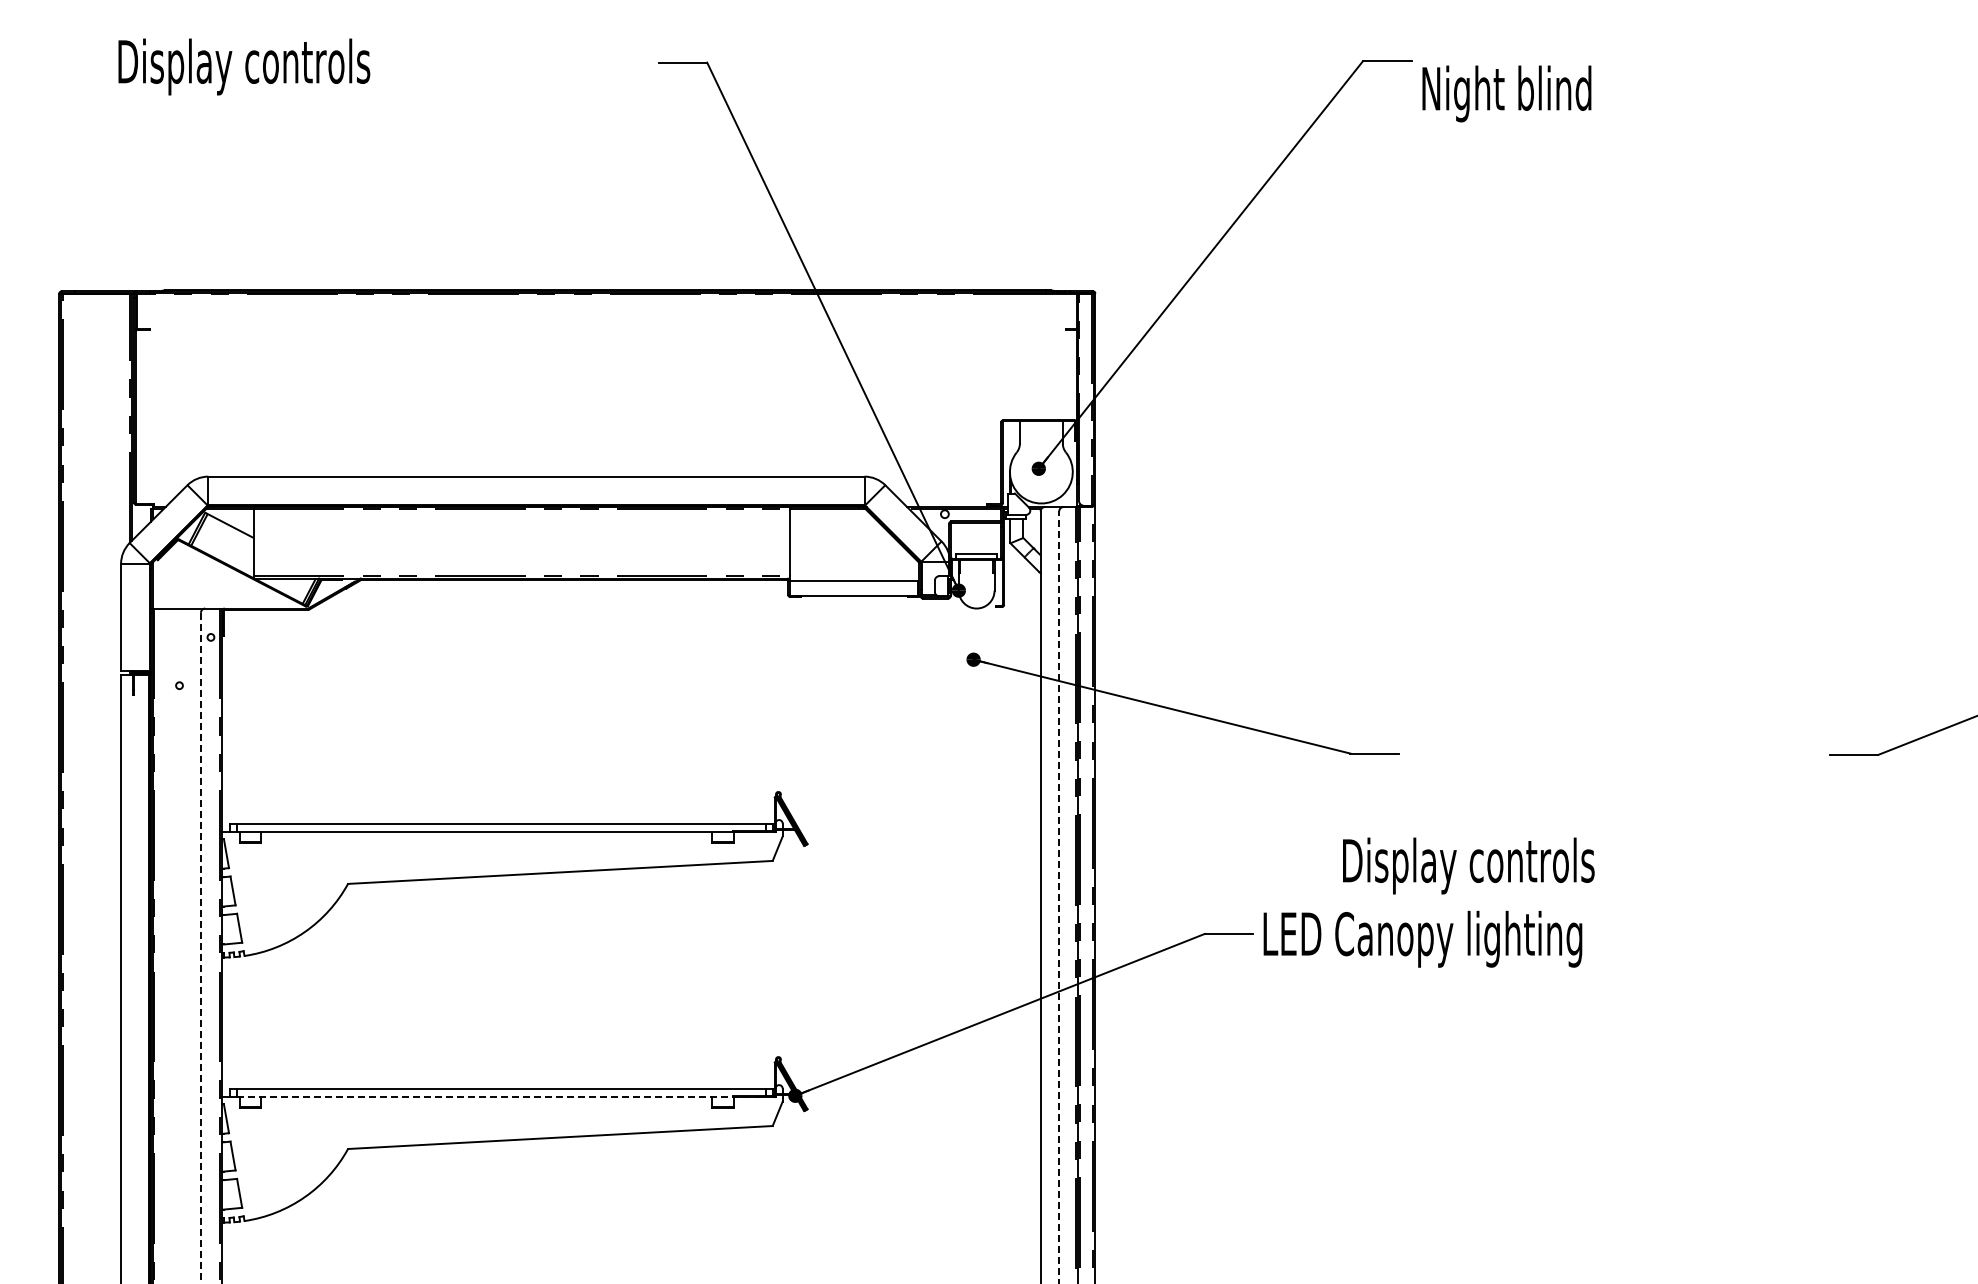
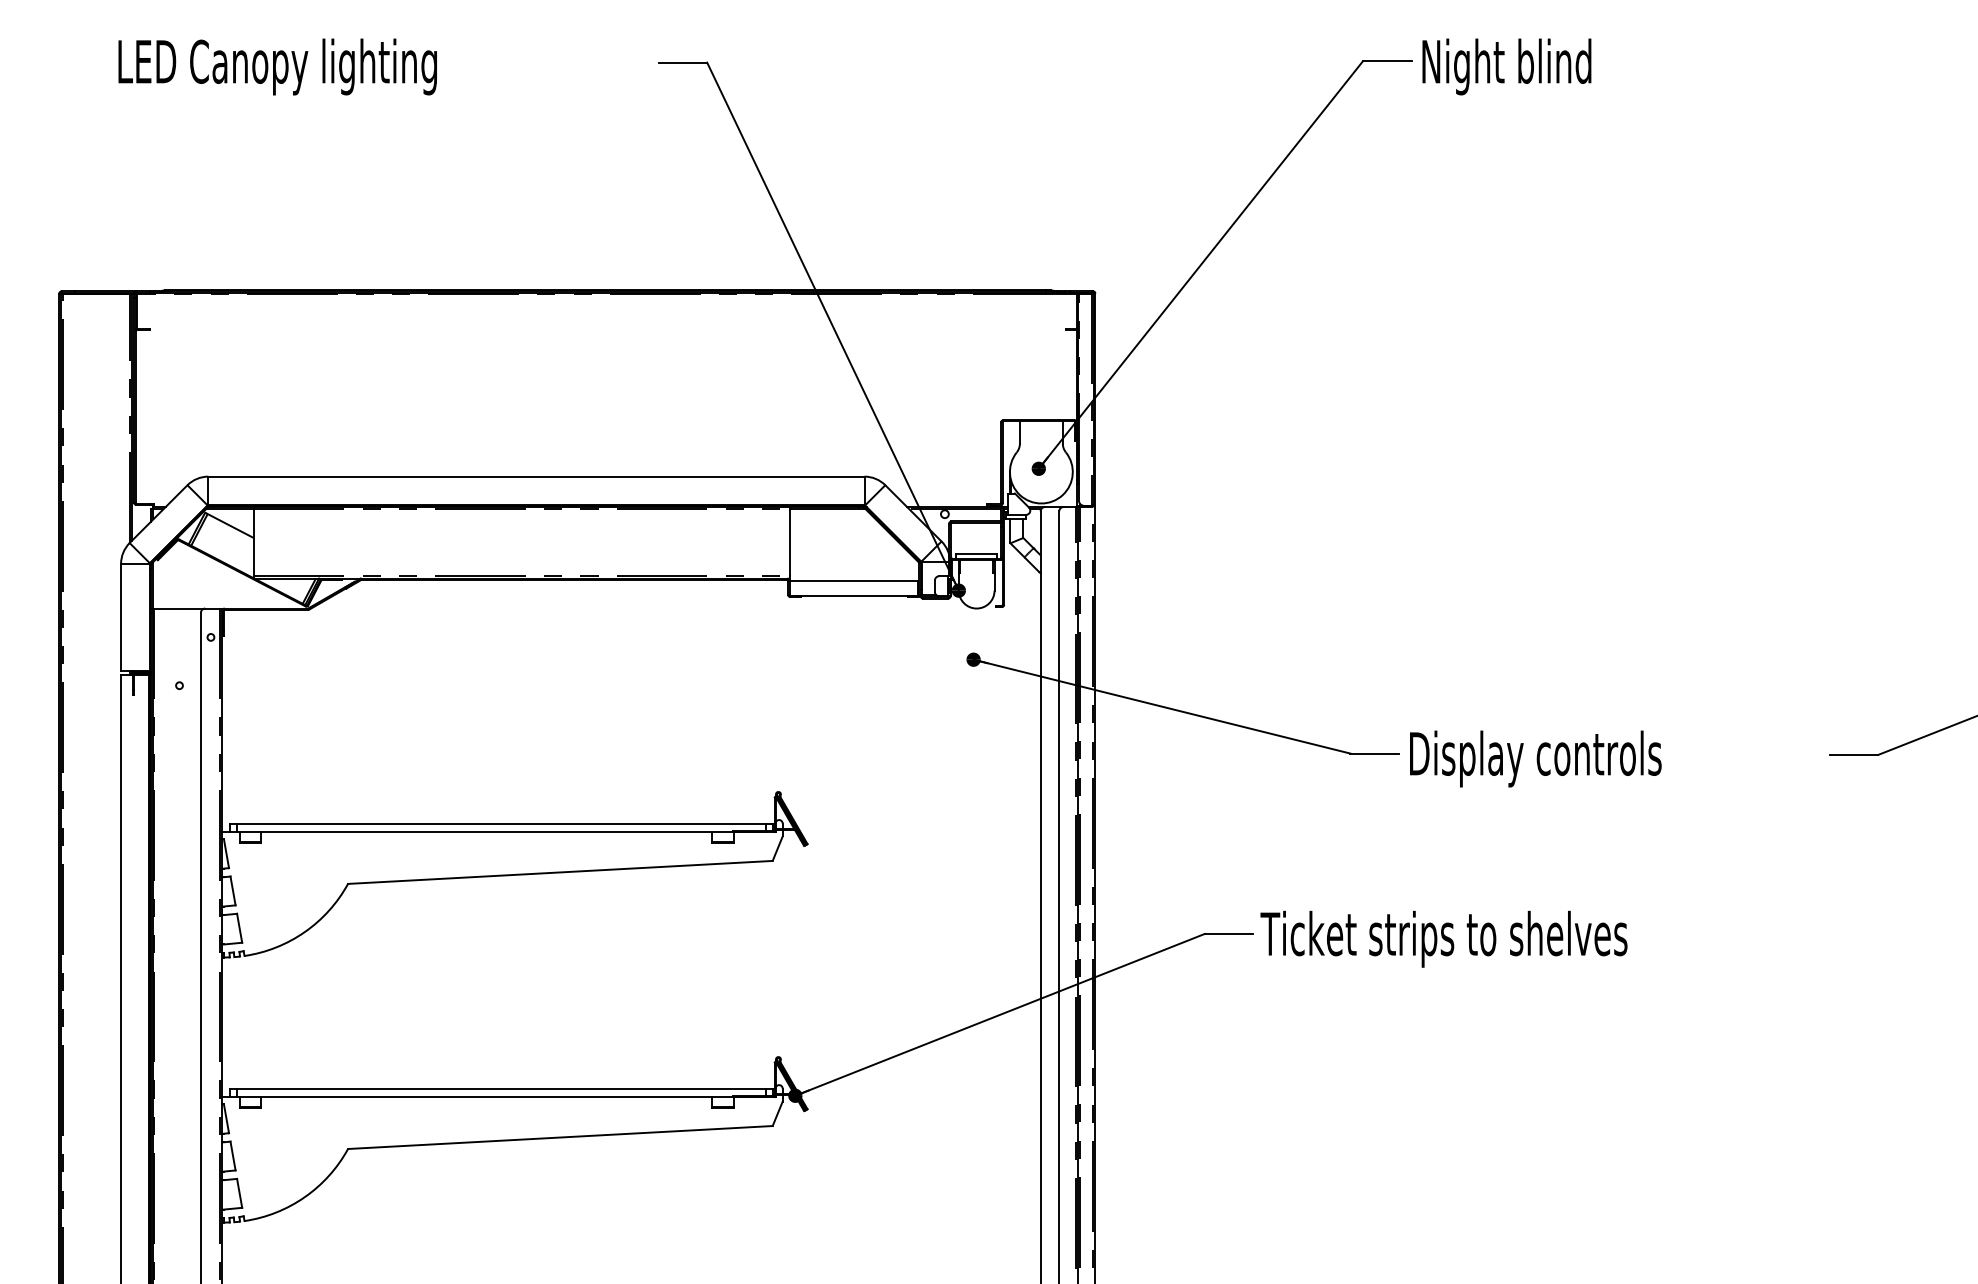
text at (278, 66): Display controls -> LED Canopy lighting
text at (1506, 93) position: (1506, 93) -> (1506, 66)
text at (1468, 865) position: (1468, 865) -> (1535, 758)
line at (1059, 897): dashed -> solid
text at (1443, 938): LED Canopy lighting -> Ticket strips to shelves
line at (200, 948): dashed -> solid
line at (501, 1097): dashed -> solid
